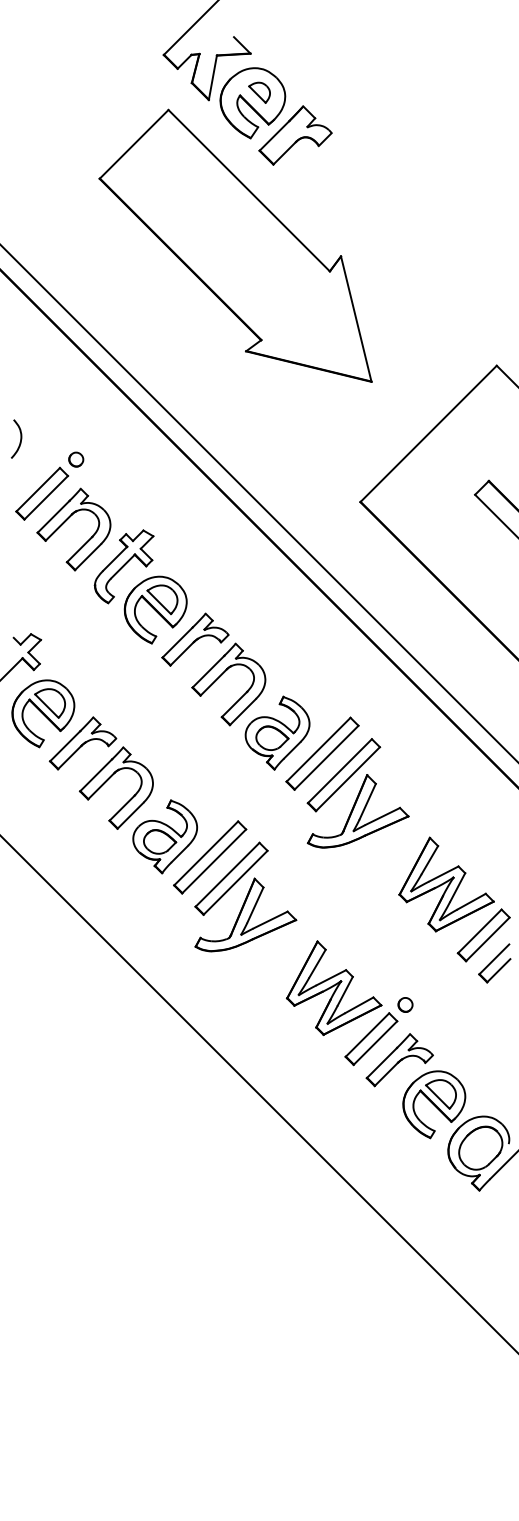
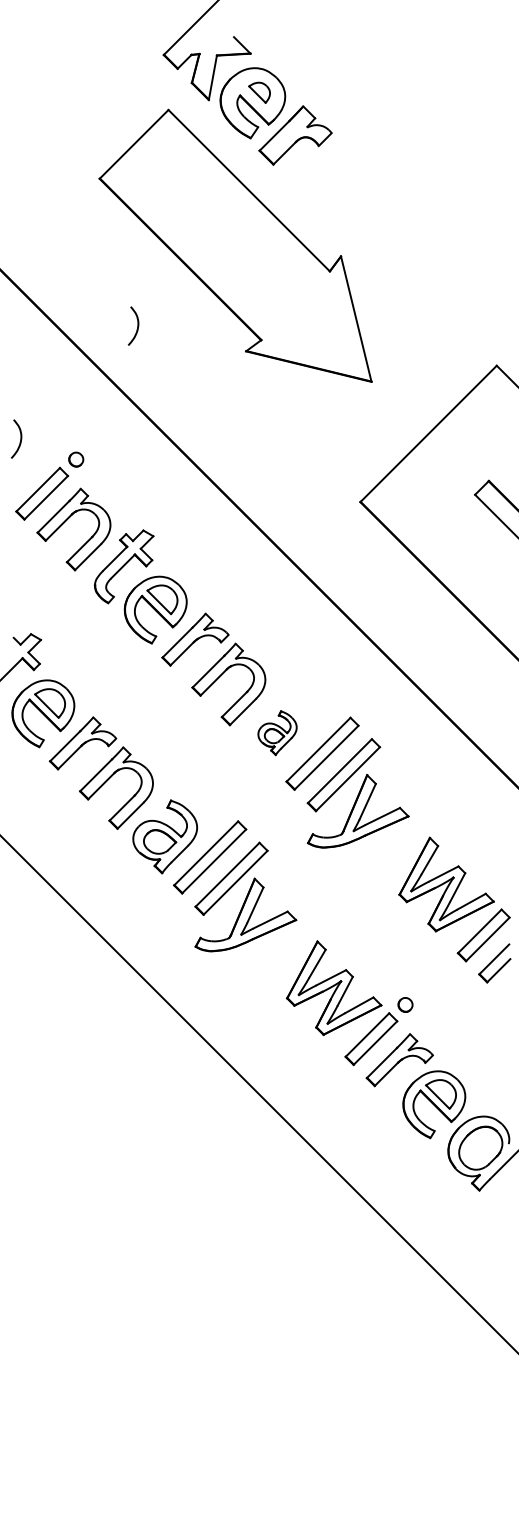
curve at (137, 325): none -> present
line at (258, 503): present -> none
part at (277, 732) size: 67x76 px -> 41x47 px
